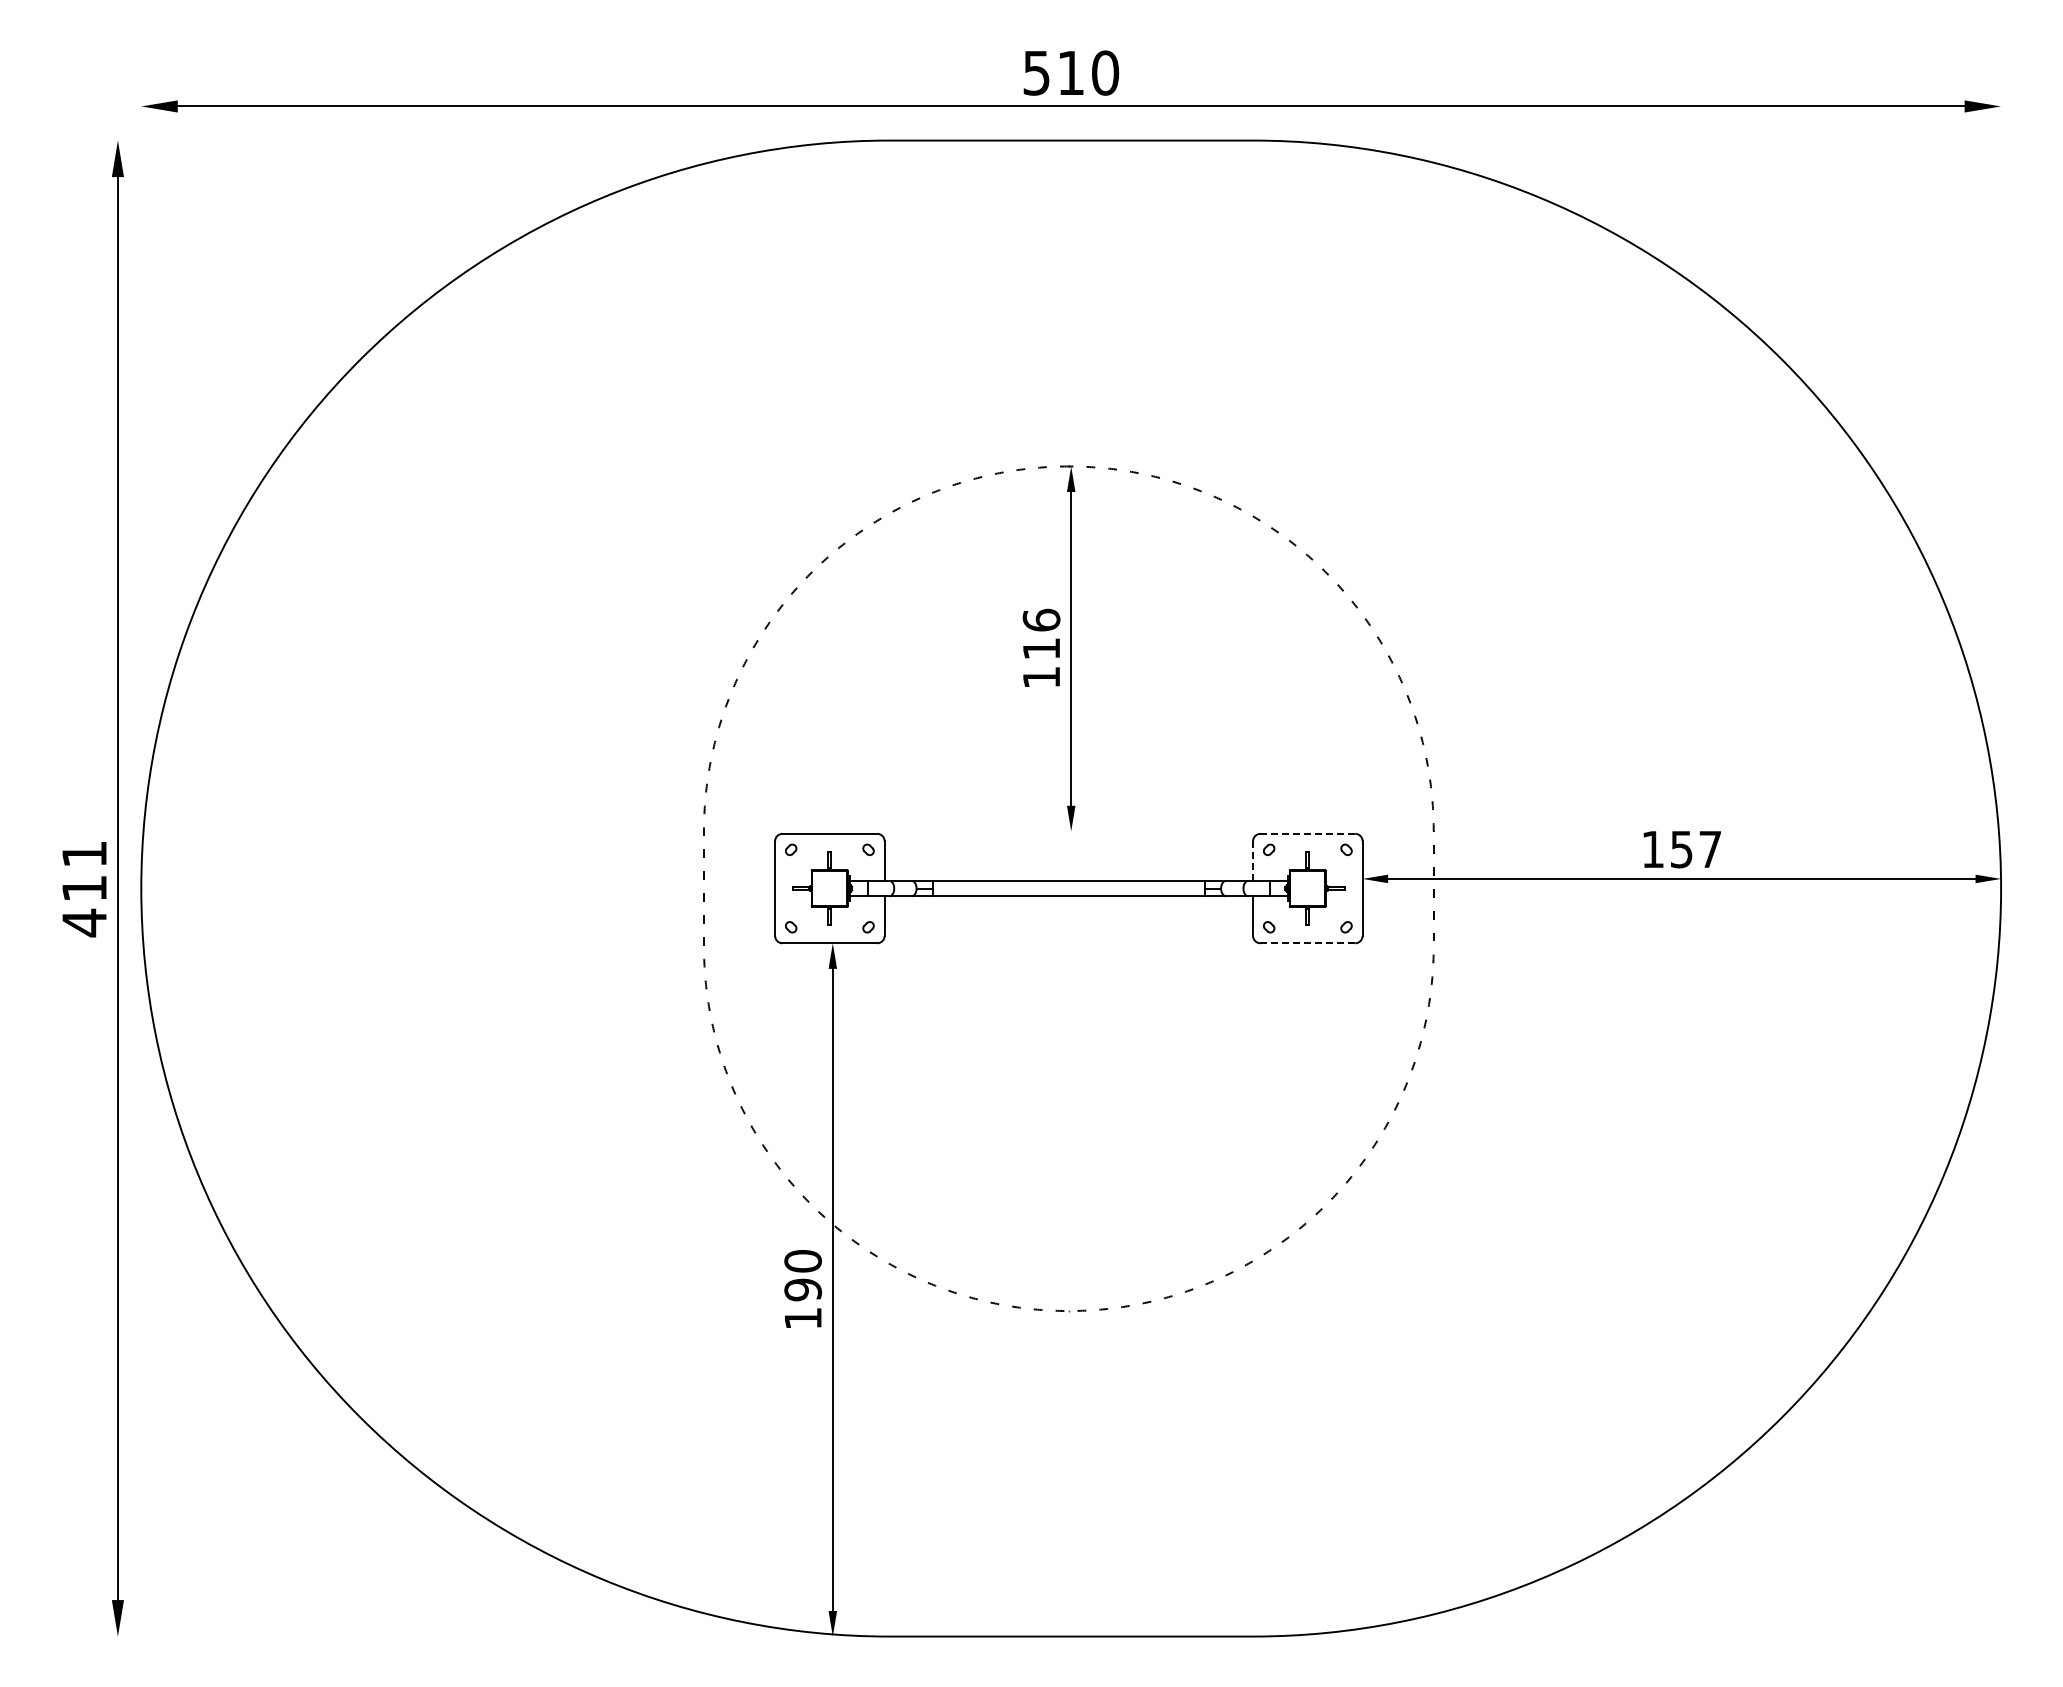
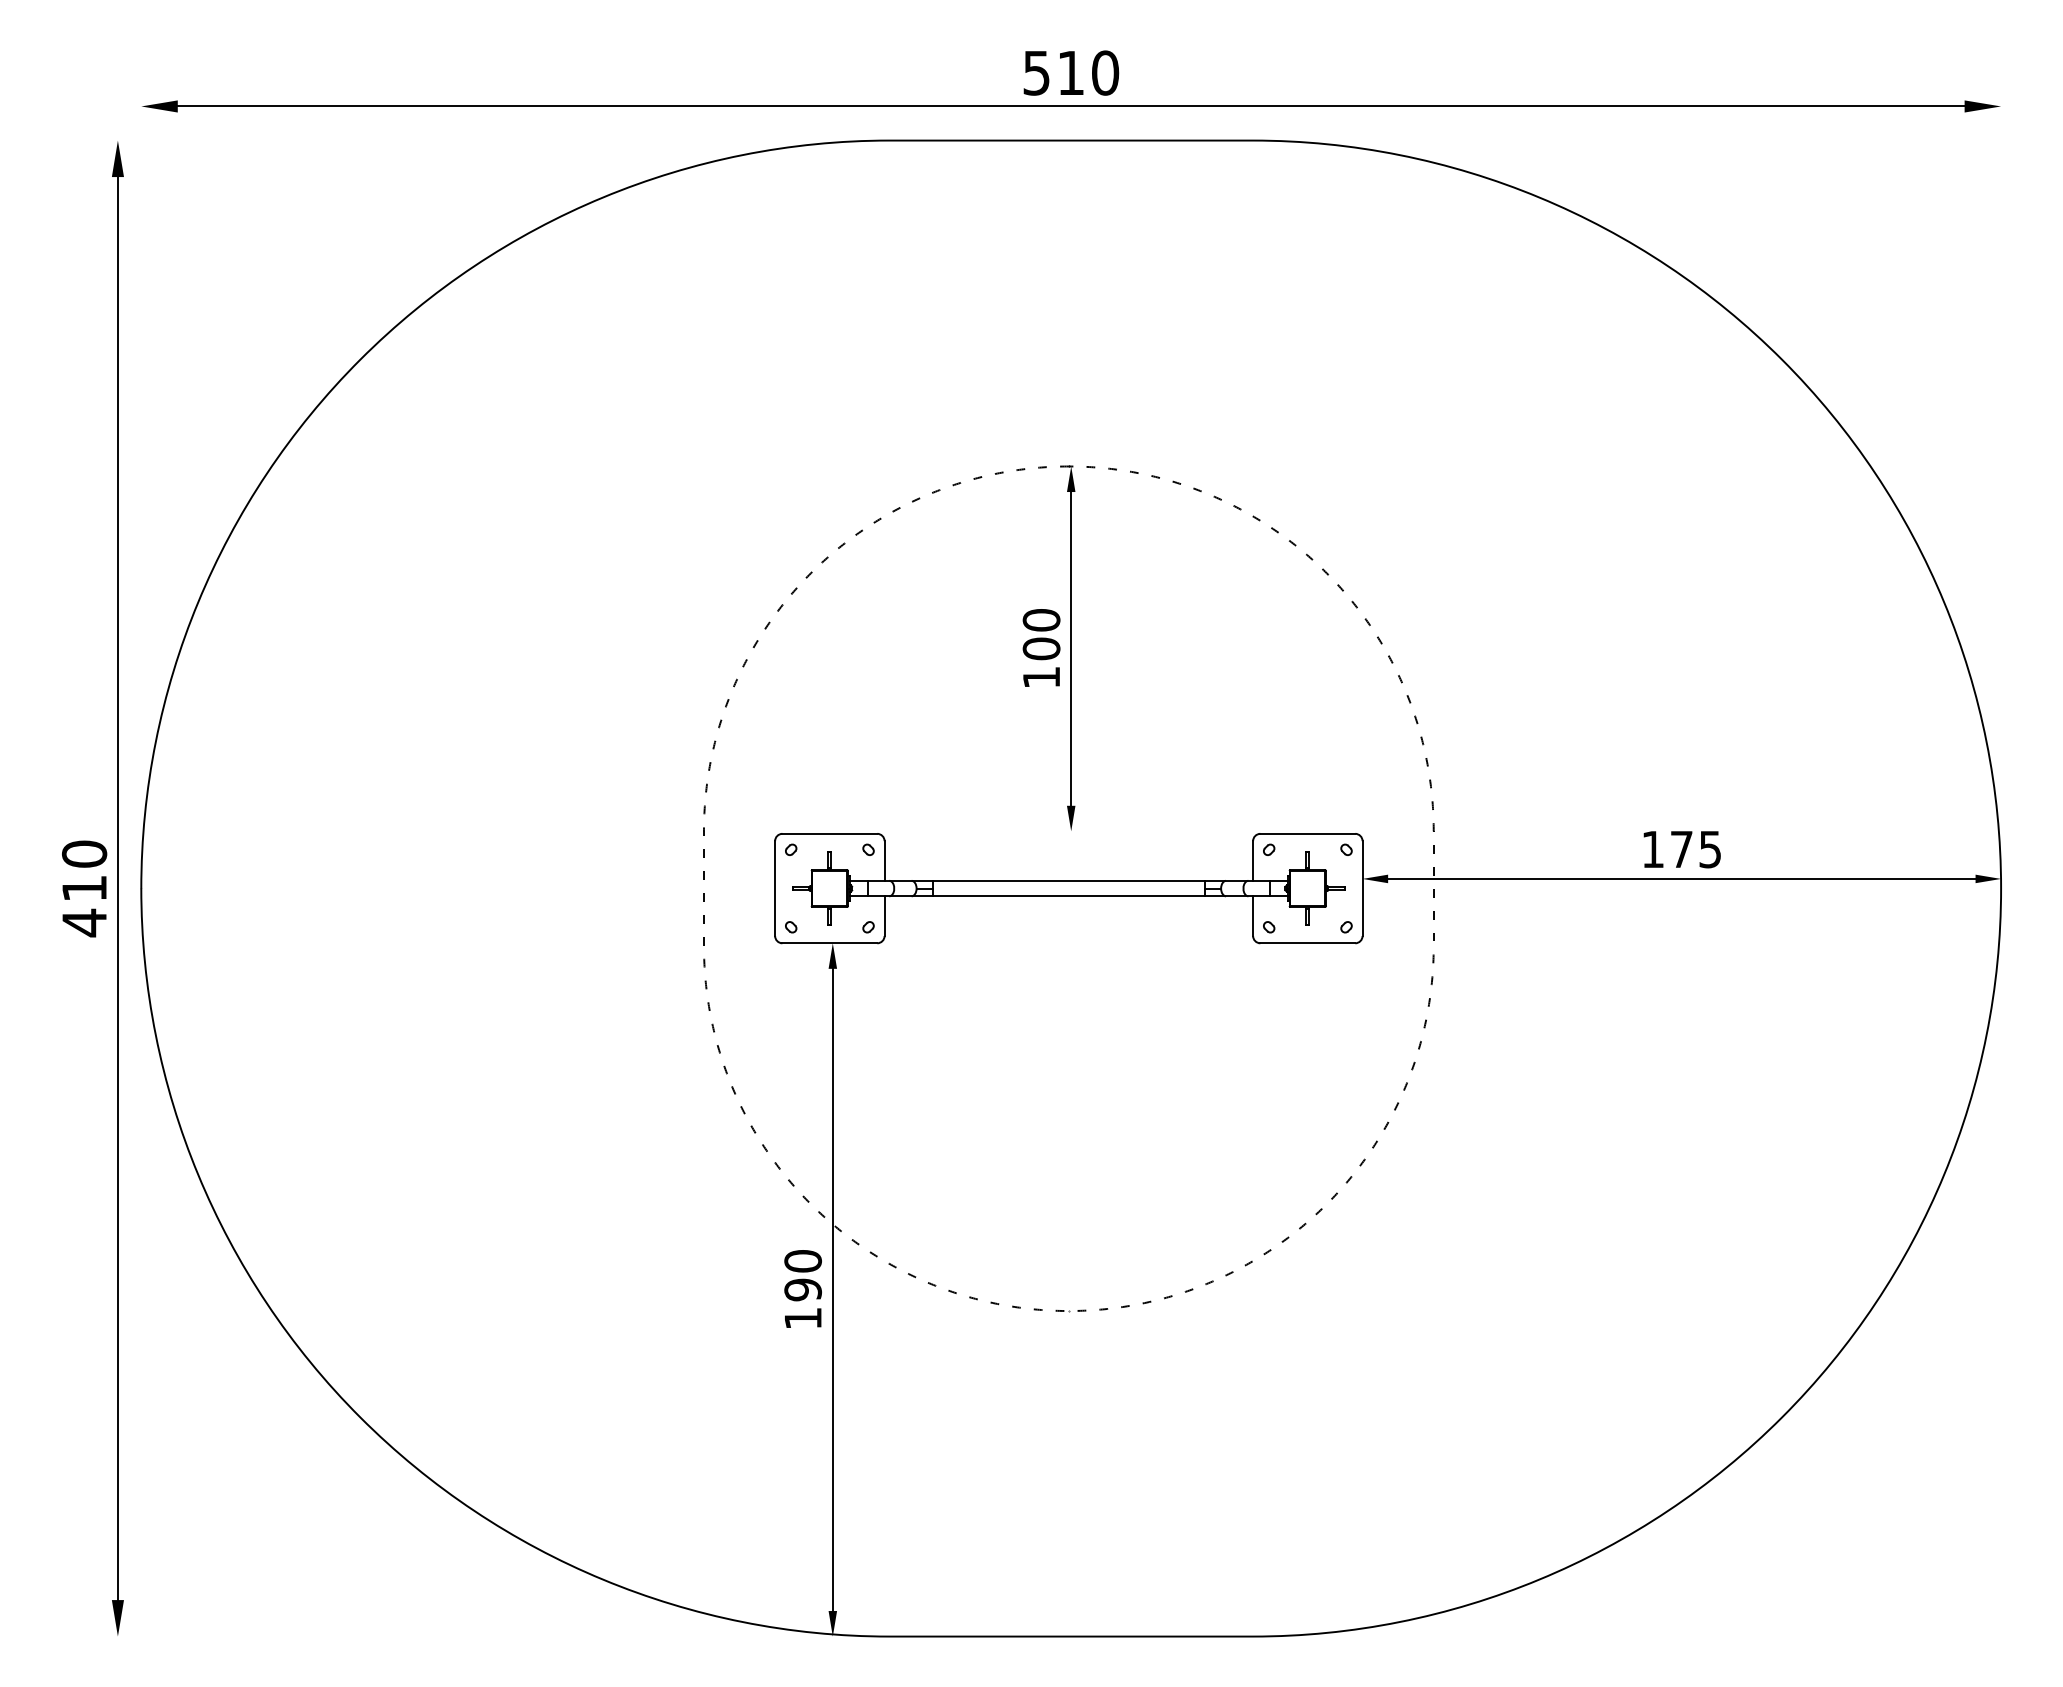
text at (1041, 634): 116 -> 100
line at (1308, 833): dashed -> solid
text at (1695, 849): 157 -> 175
text at (84, 853): 411 -> 410
line at (1253, 860): dashed -> solid
line at (1307, 943): dashed -> solid
